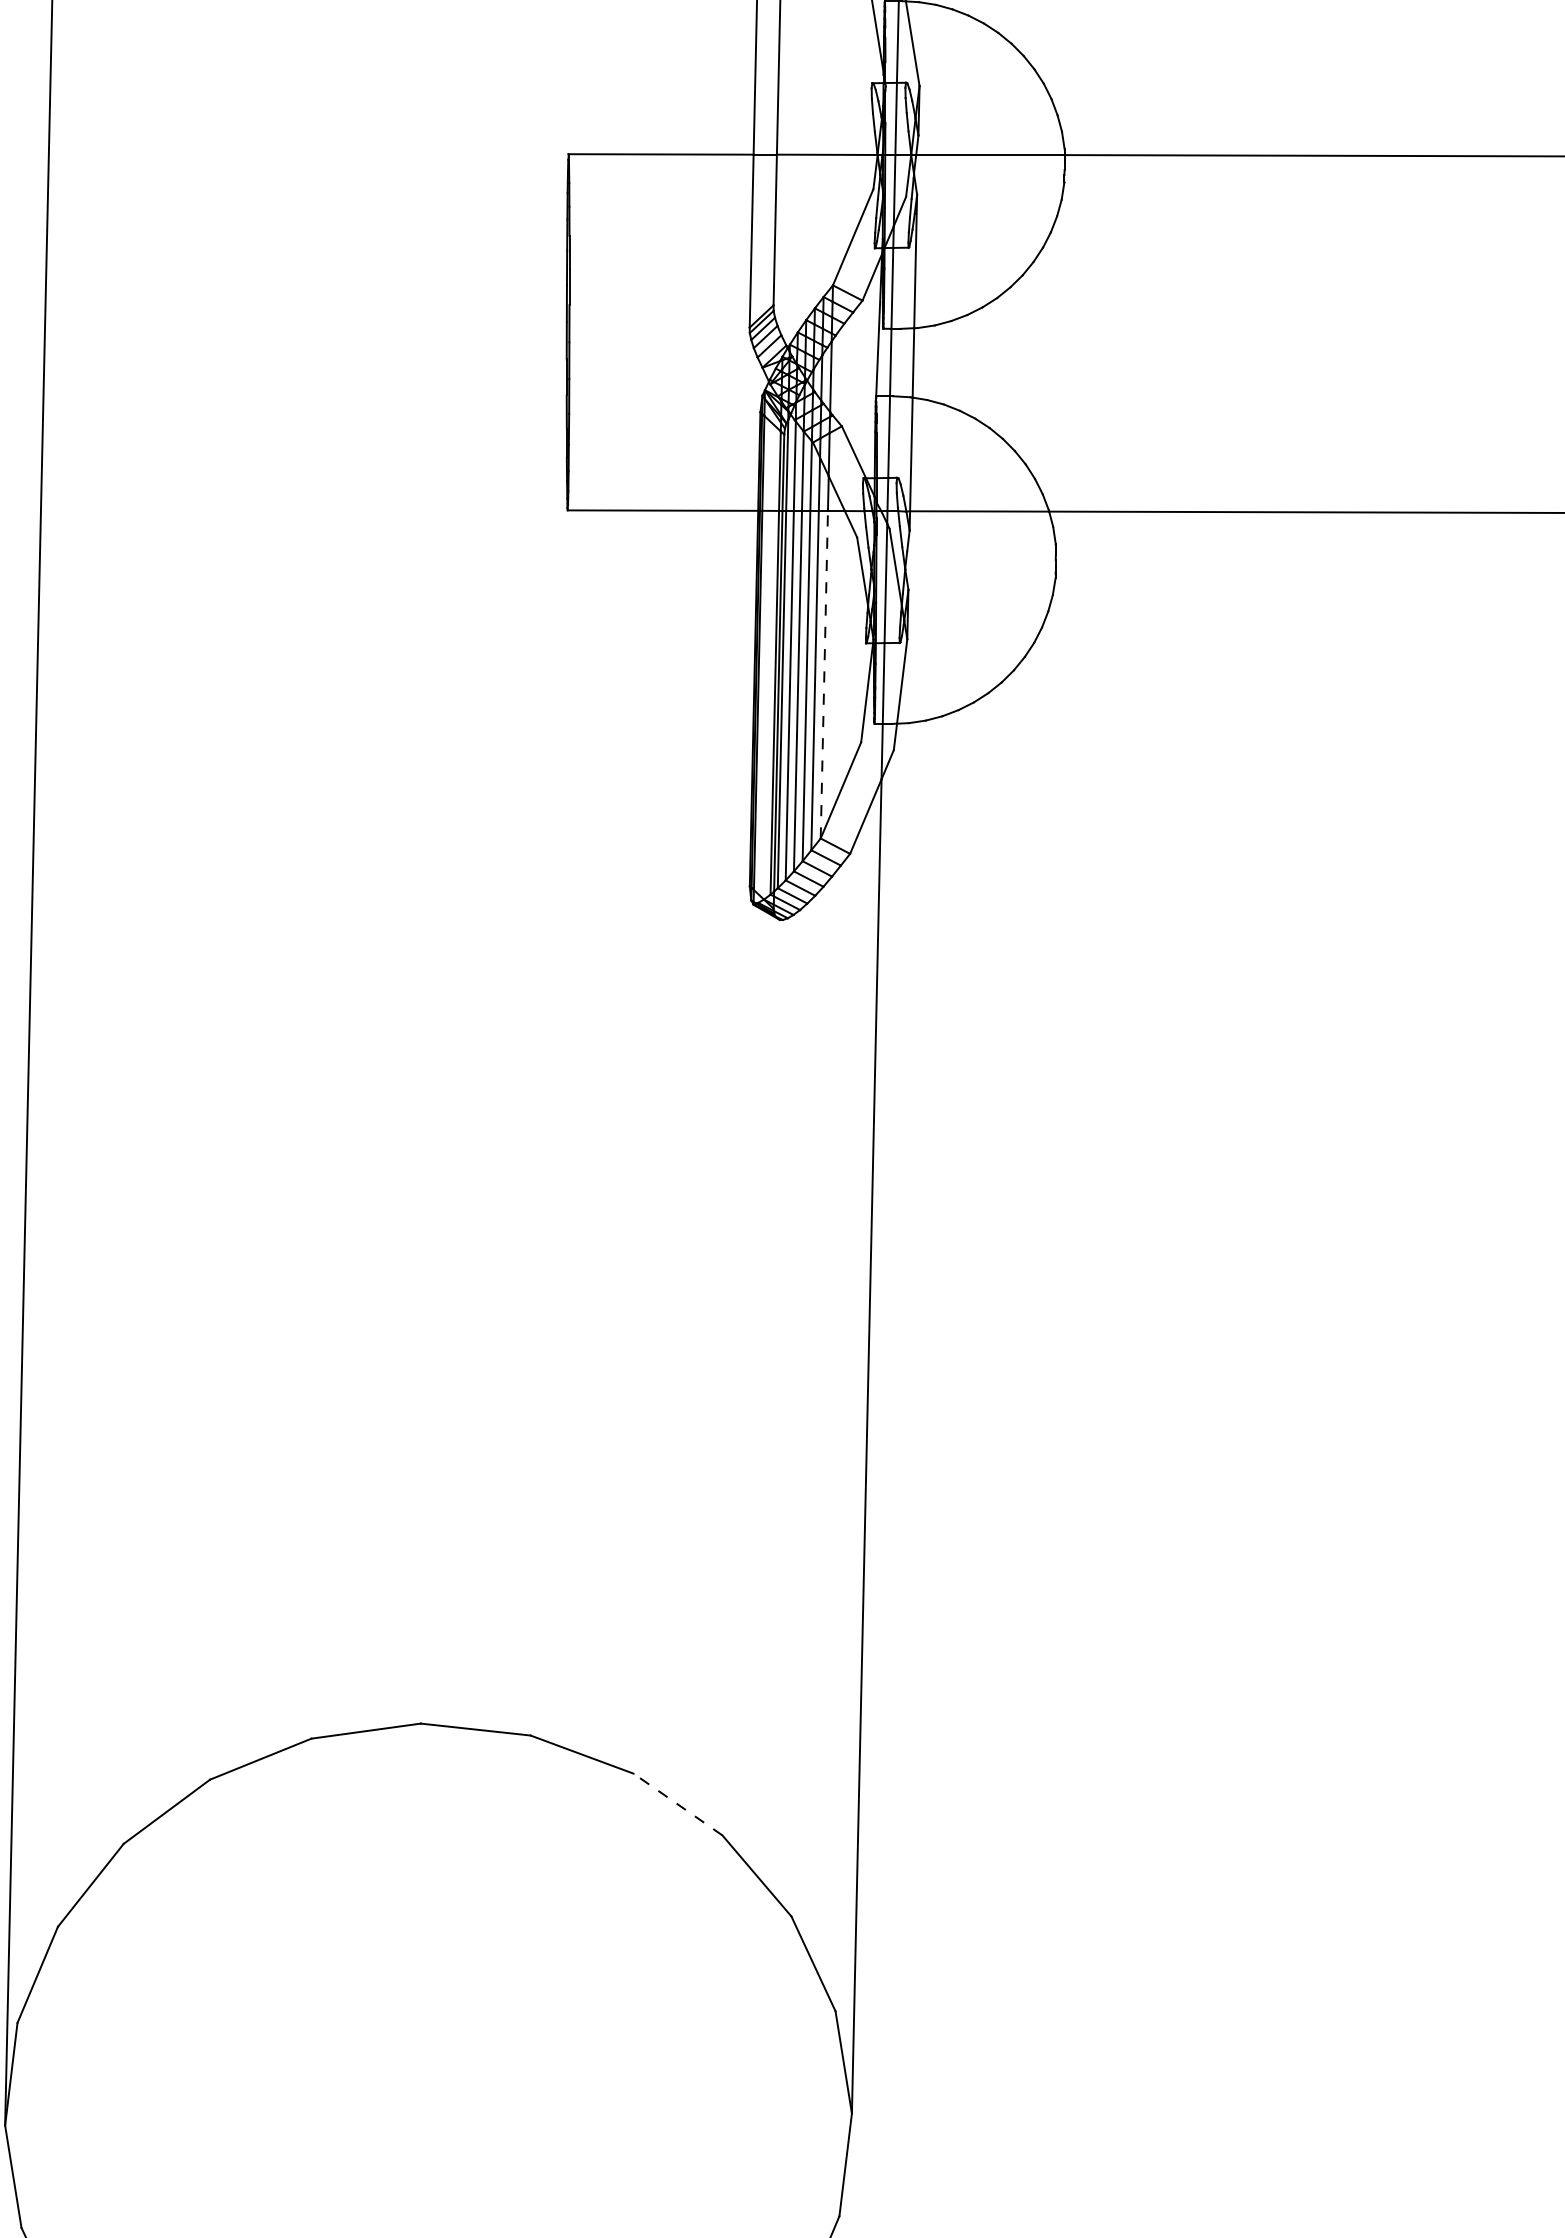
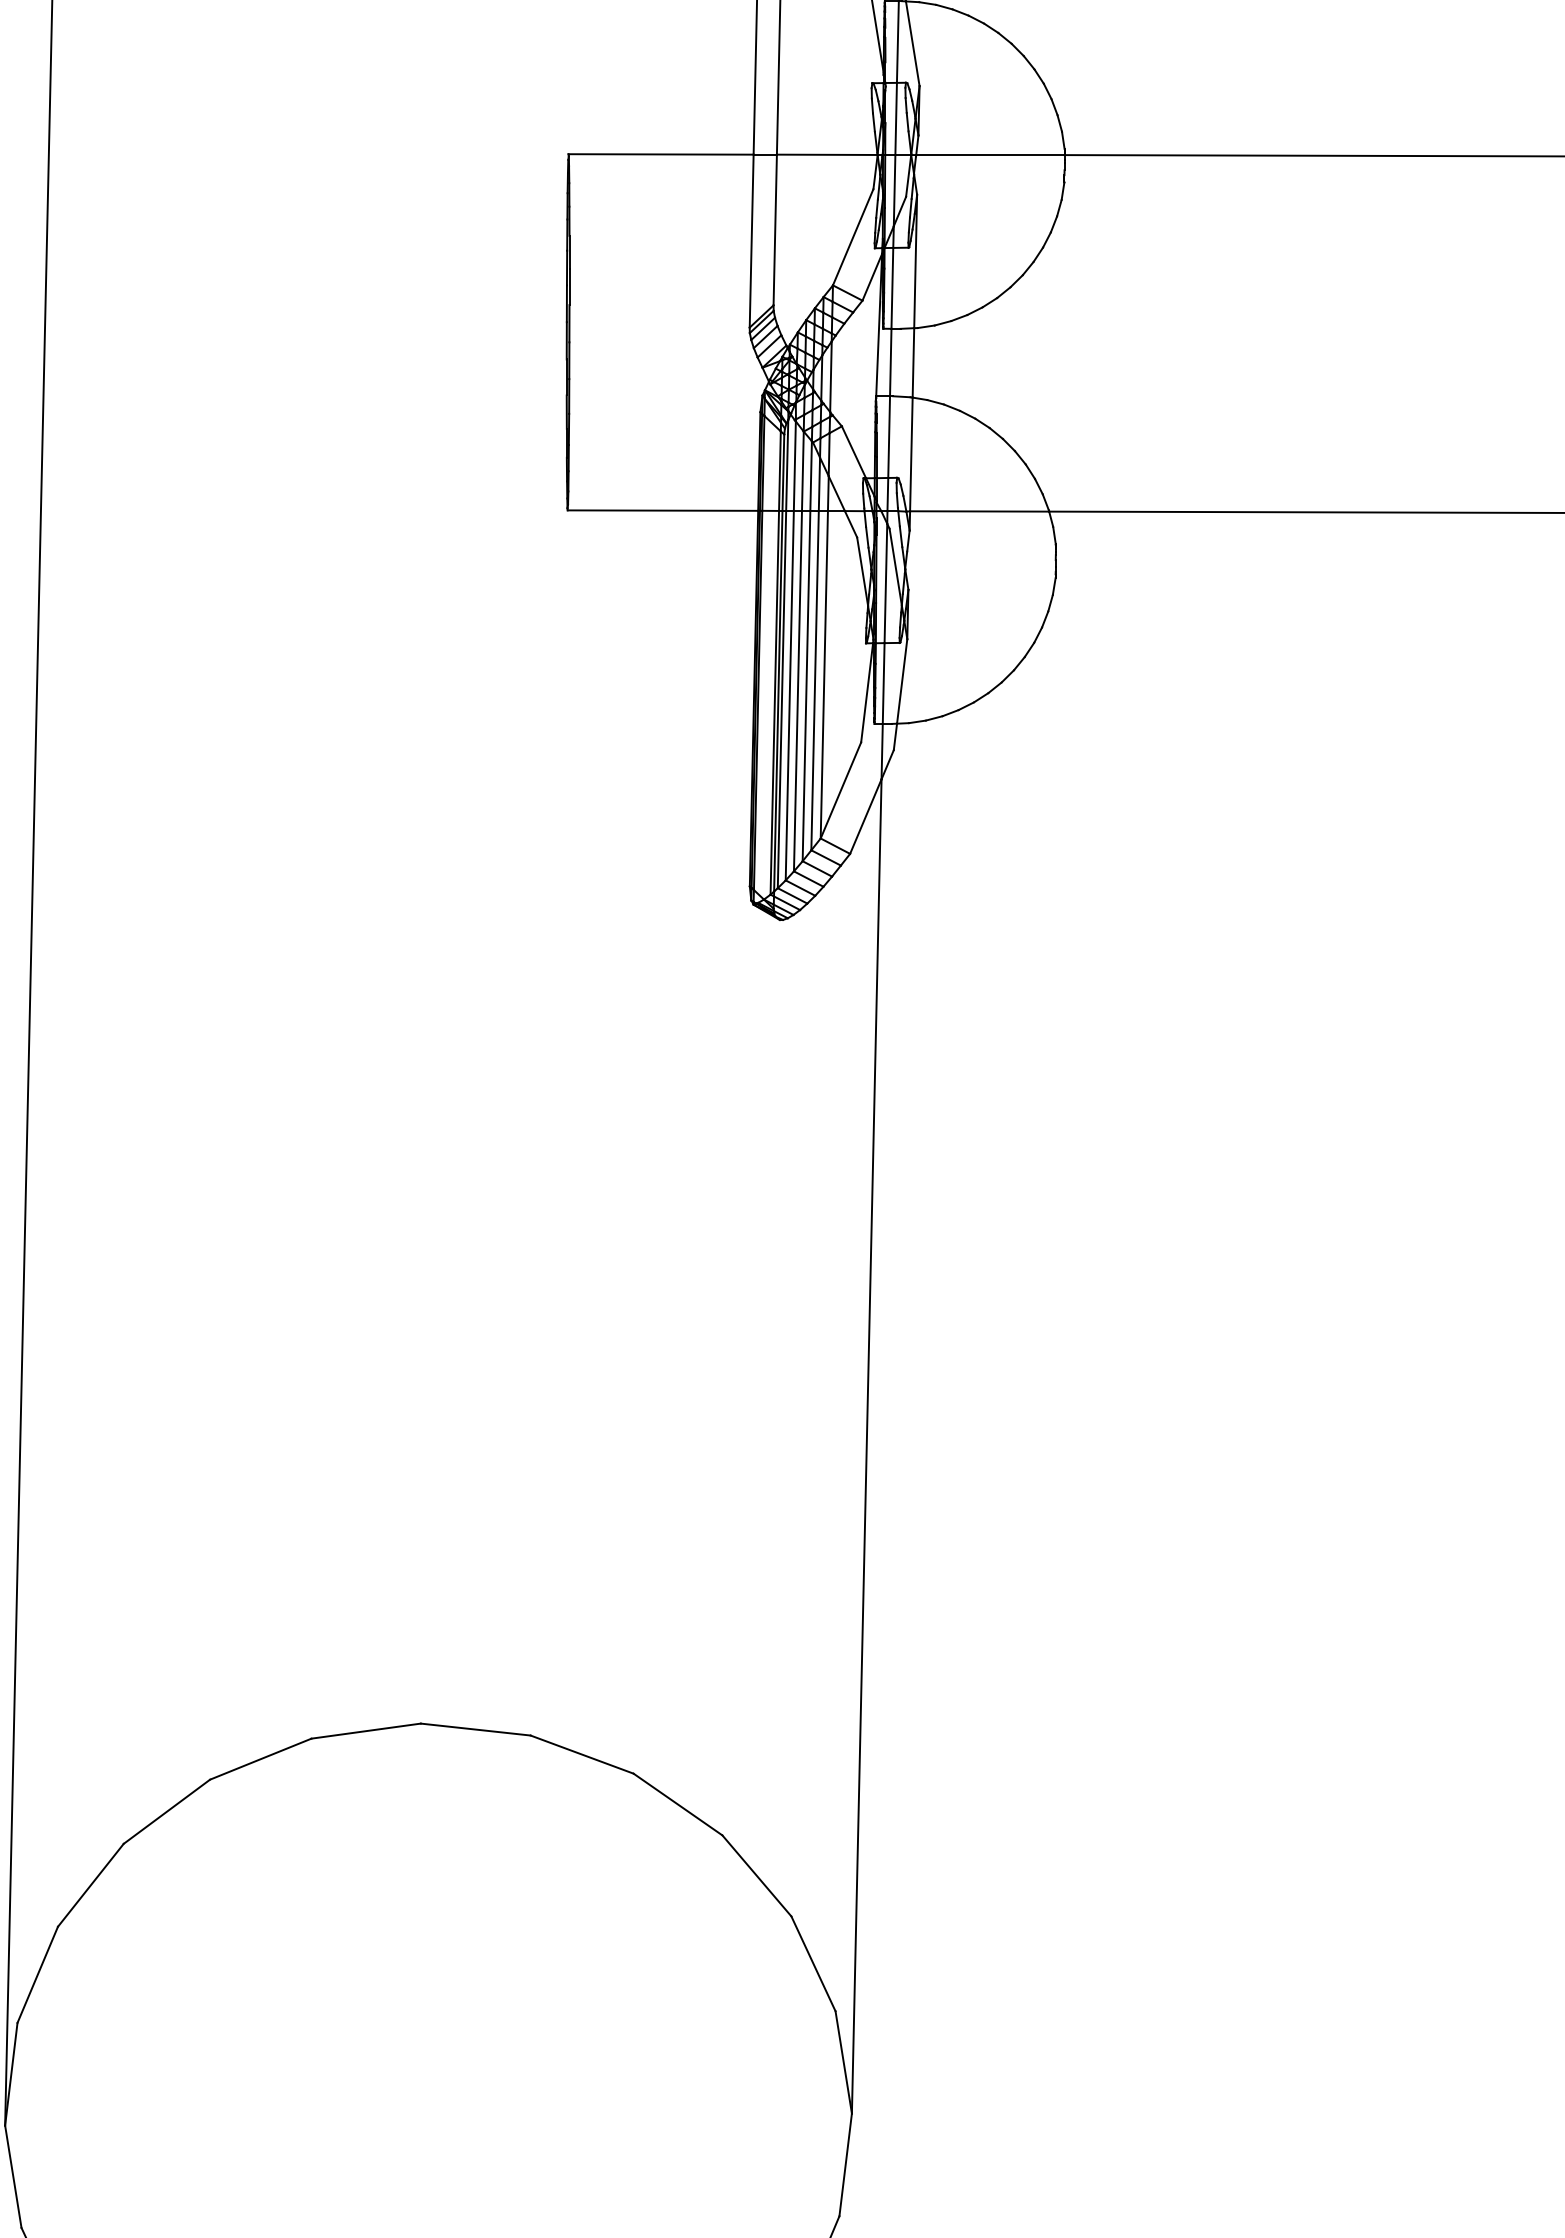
line at (824, 674): dashed -> solid
line at (677, 1804): dashed -> solid
